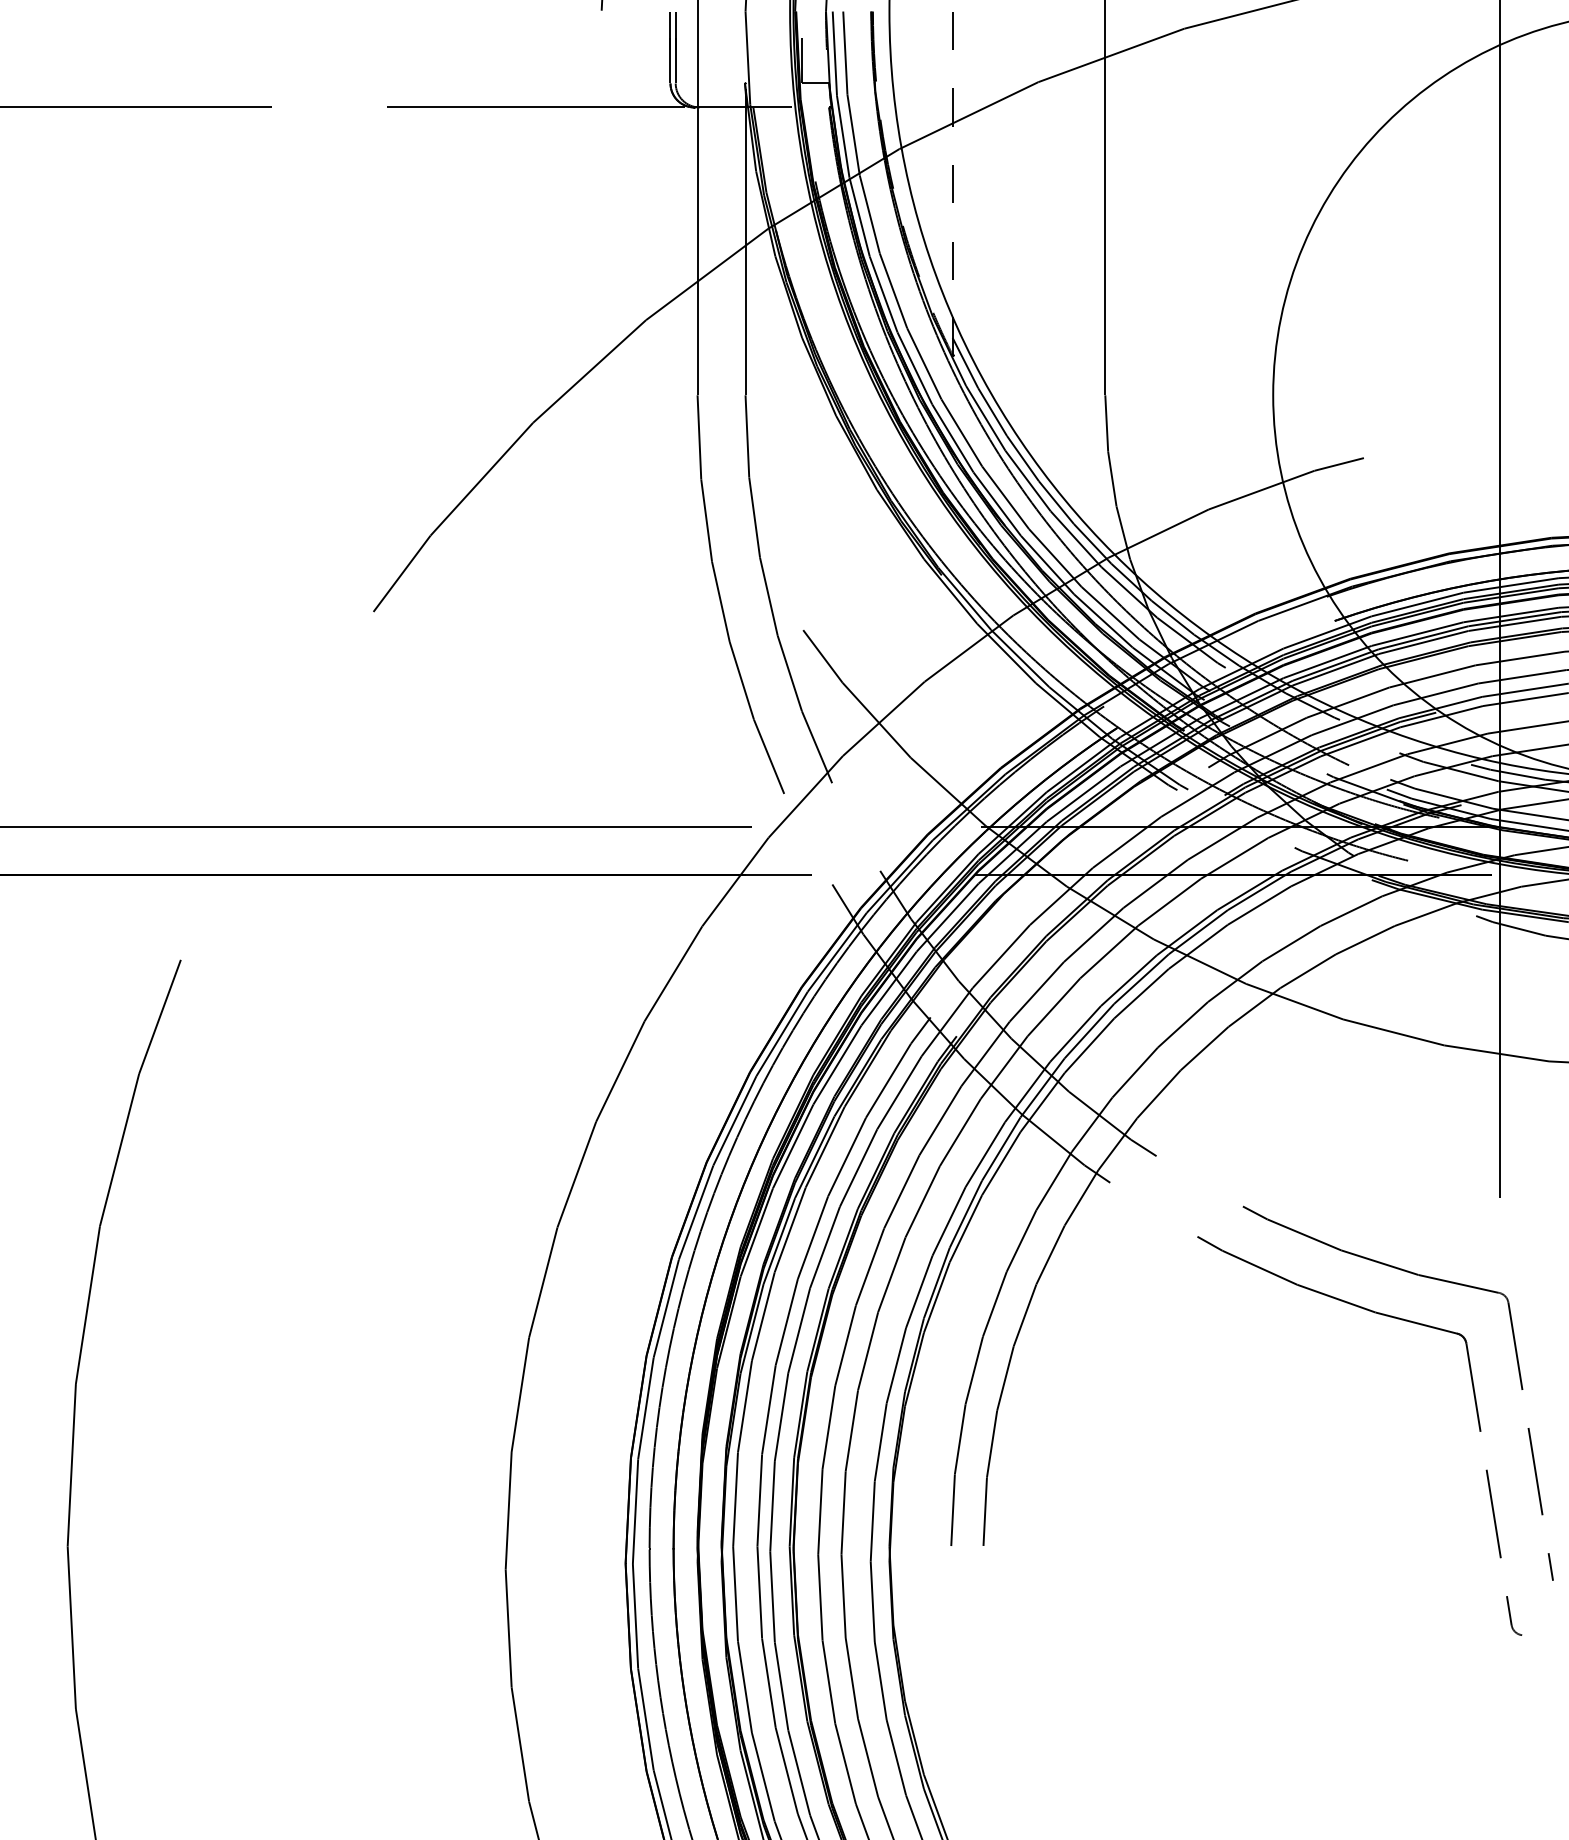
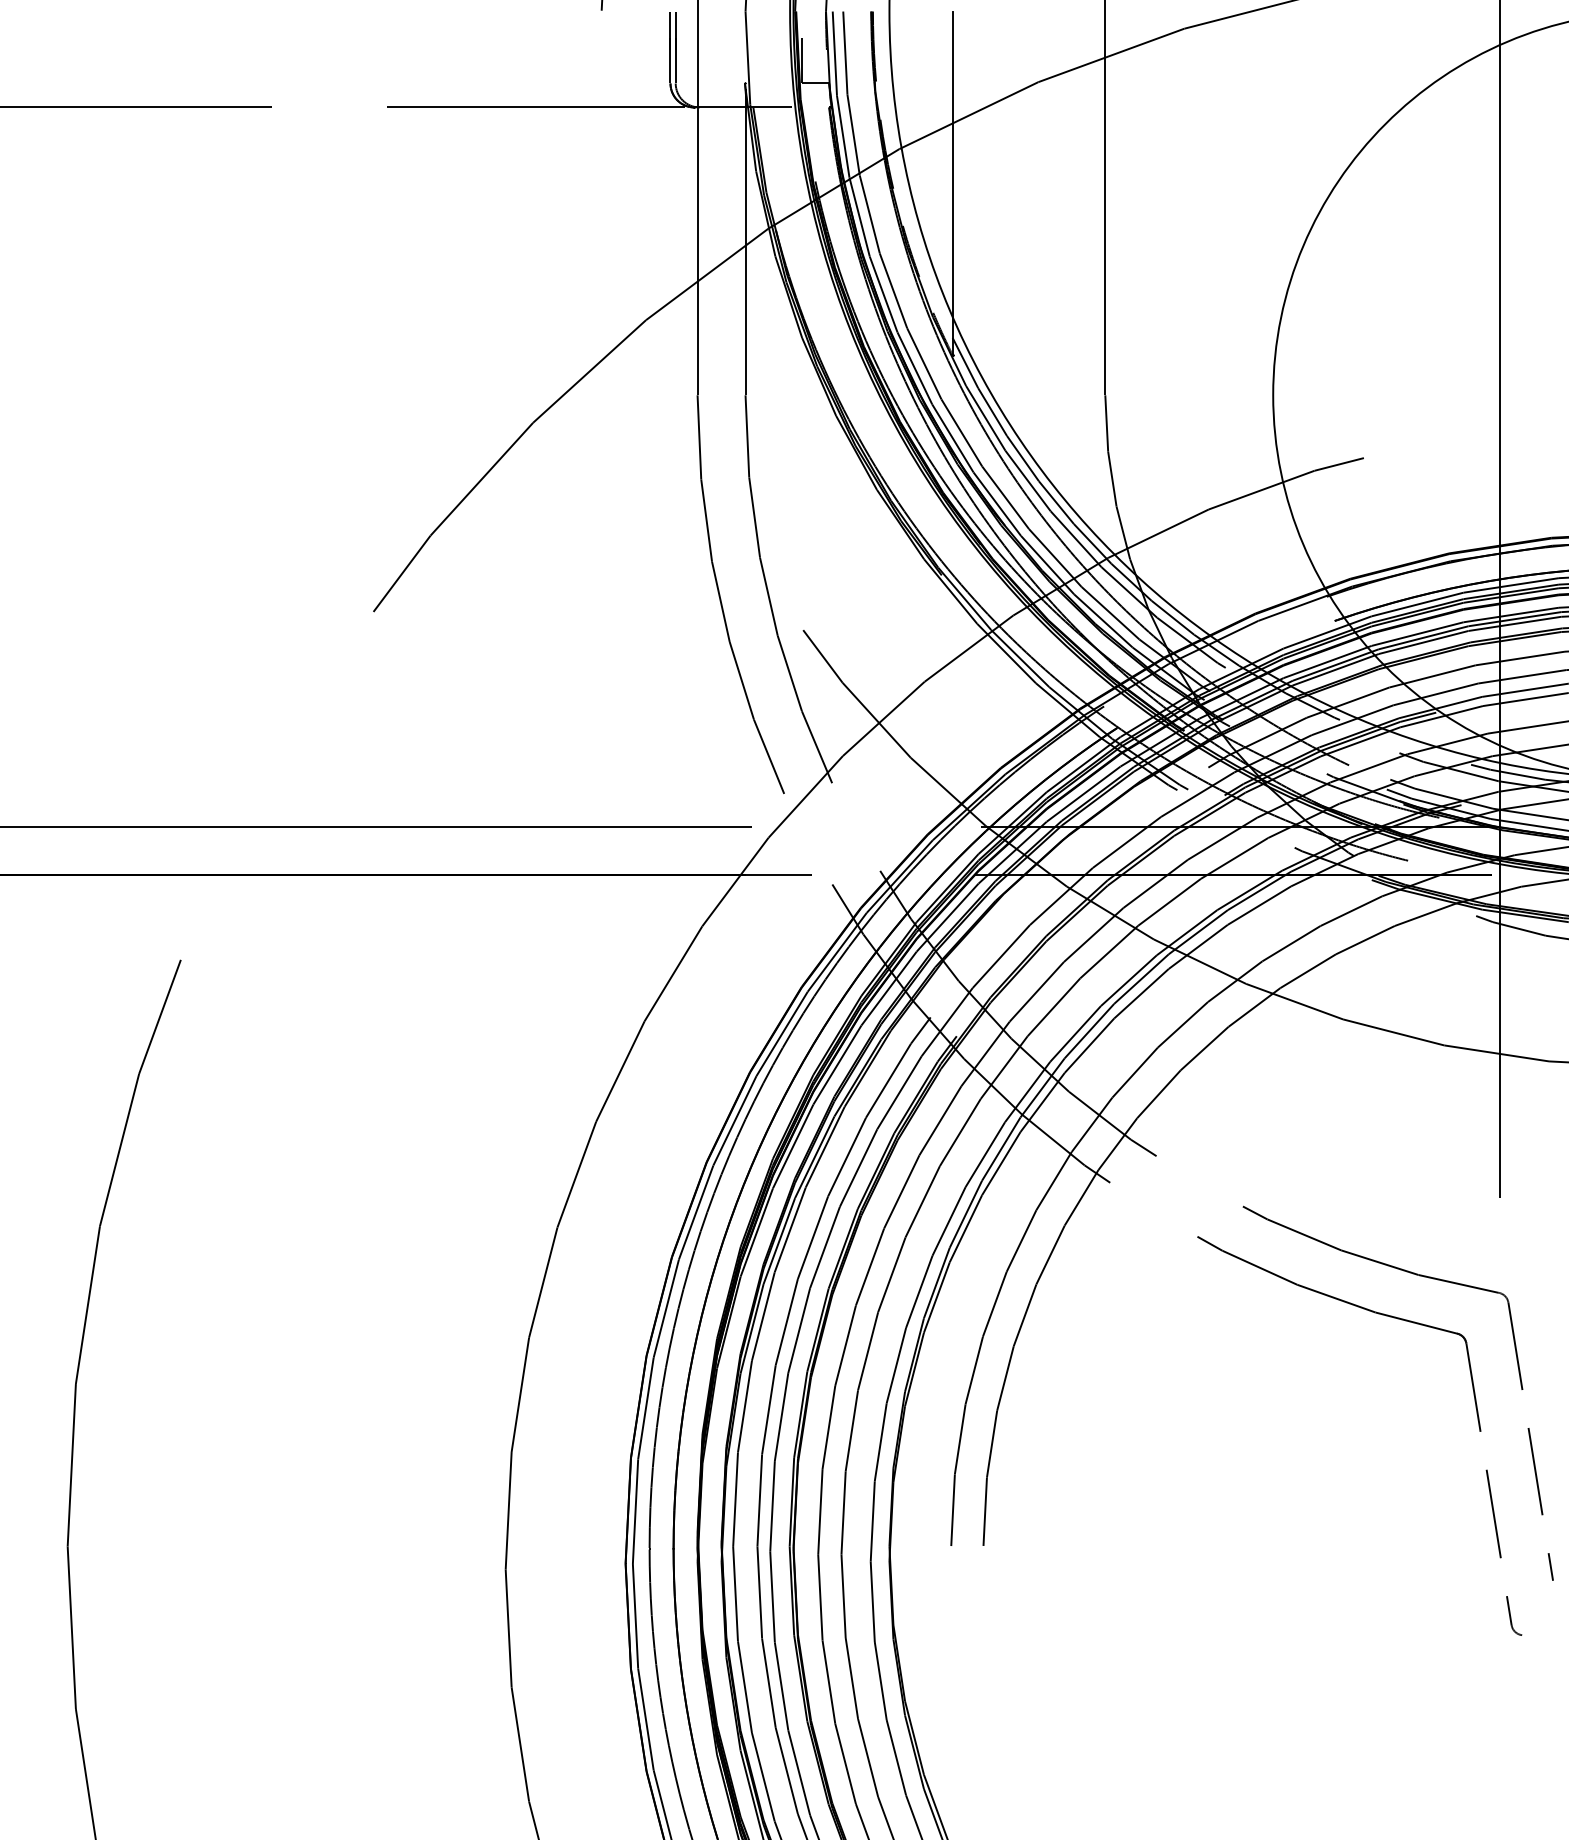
line at (952, 164): dashed -> solid
